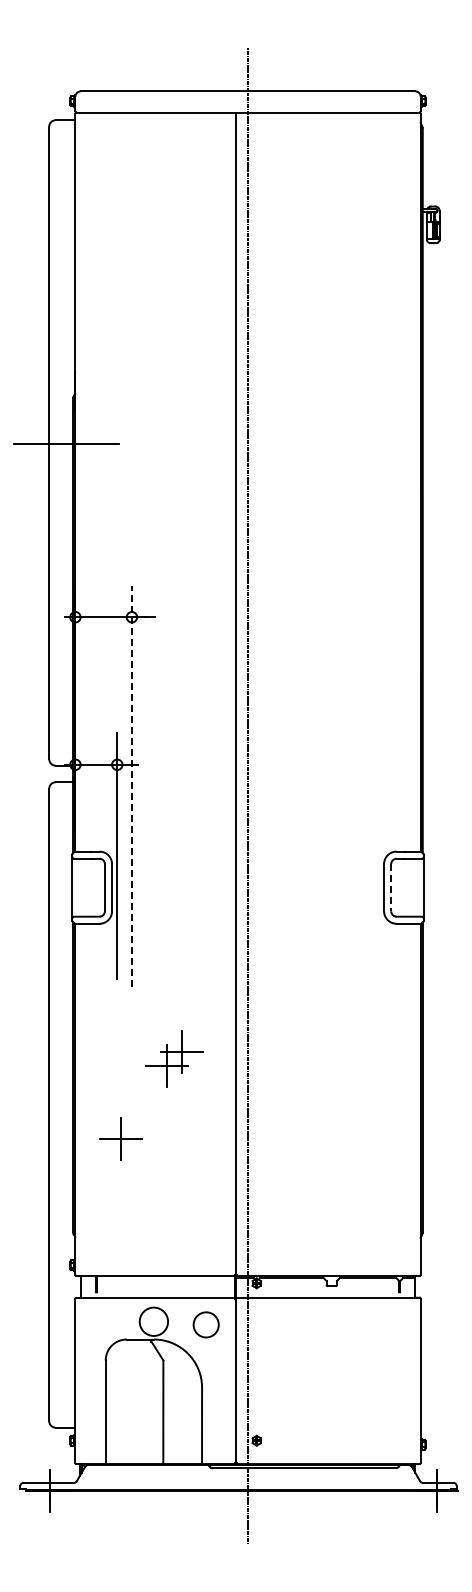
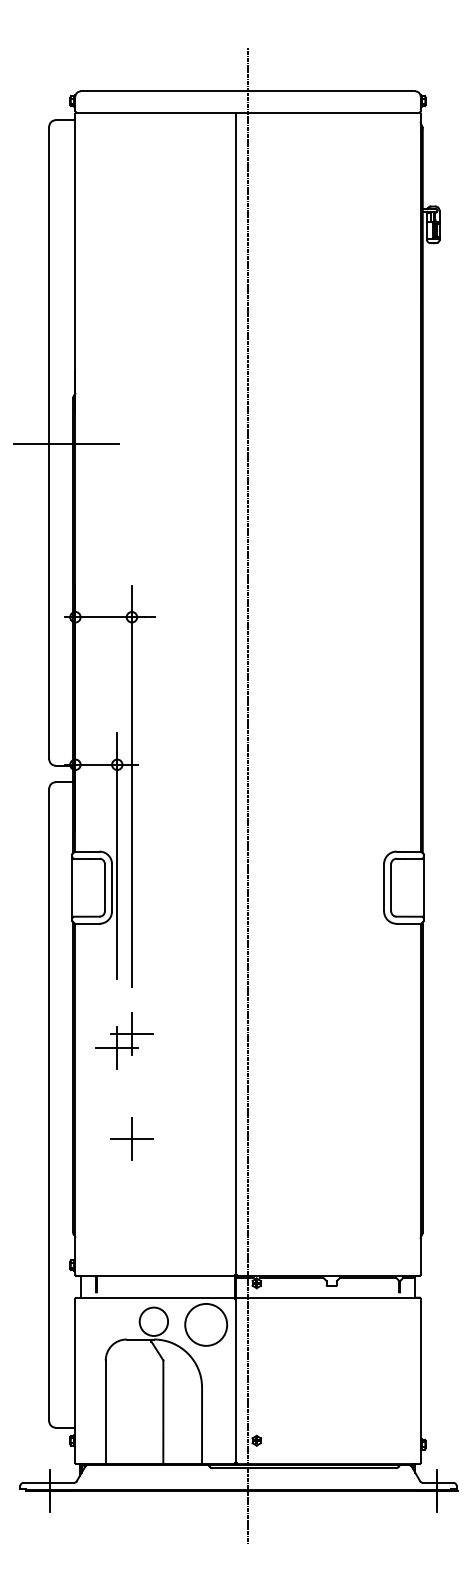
line at (131, 786): dashed -> solid
line at (391, 887): dashed -> solid
part at (174, 1058) position: (174, 1058) -> (124, 1040)
part at (120, 1138) position: (120, 1138) -> (131, 1138)
circle at (205, 1324) diameter: 25 px -> 42 px
